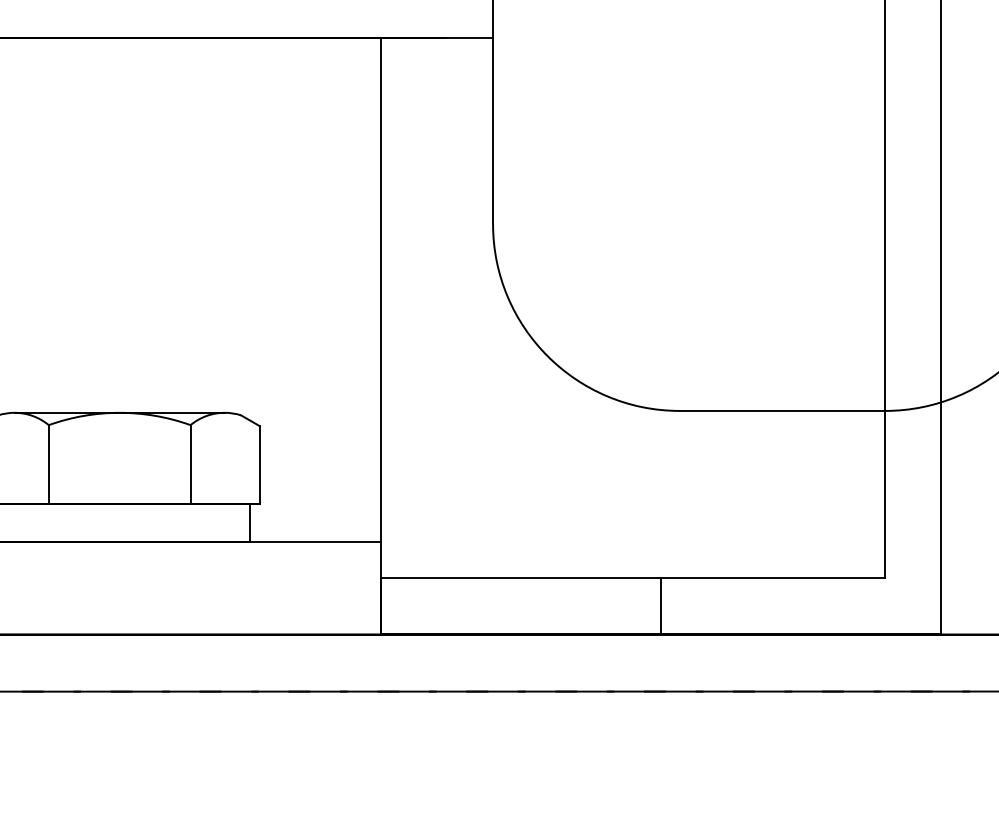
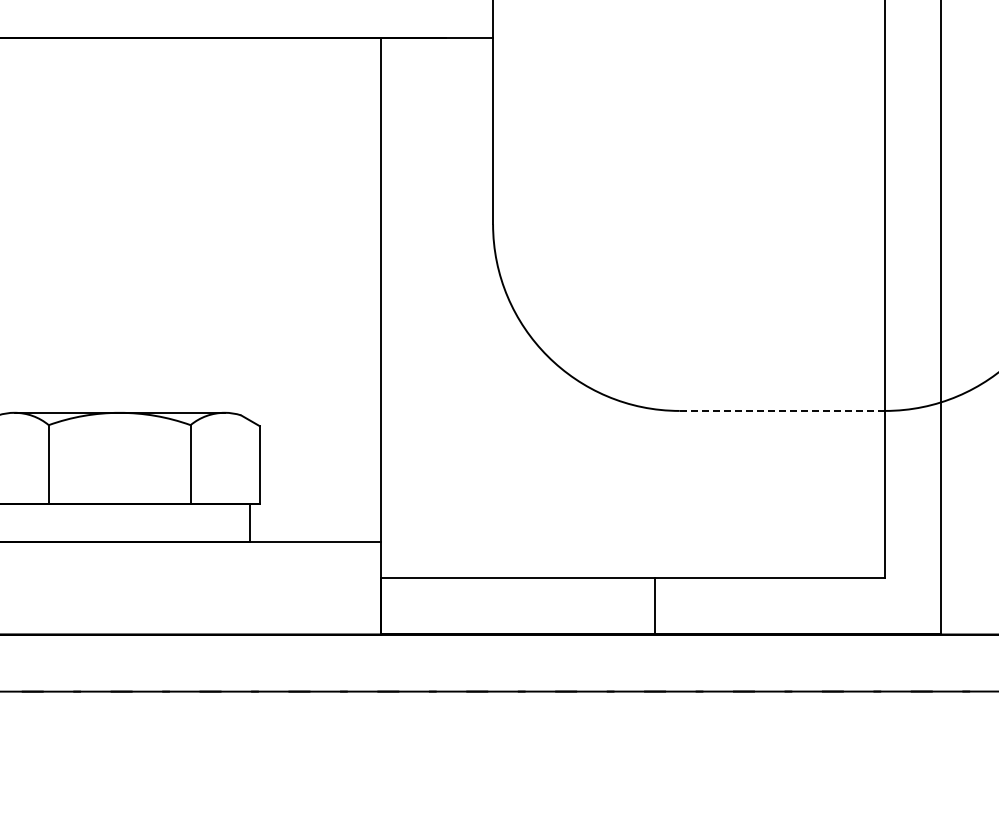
line at (782, 410): solid -> dashed
line at (661, 606) position: (661, 606) -> (655, 606)
